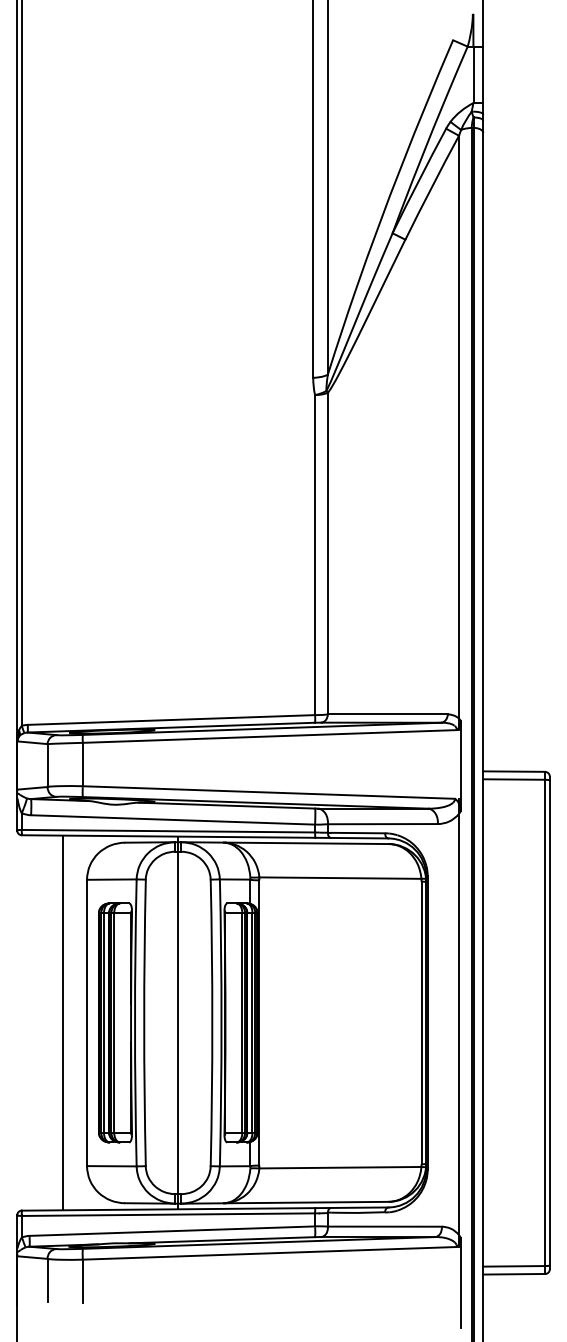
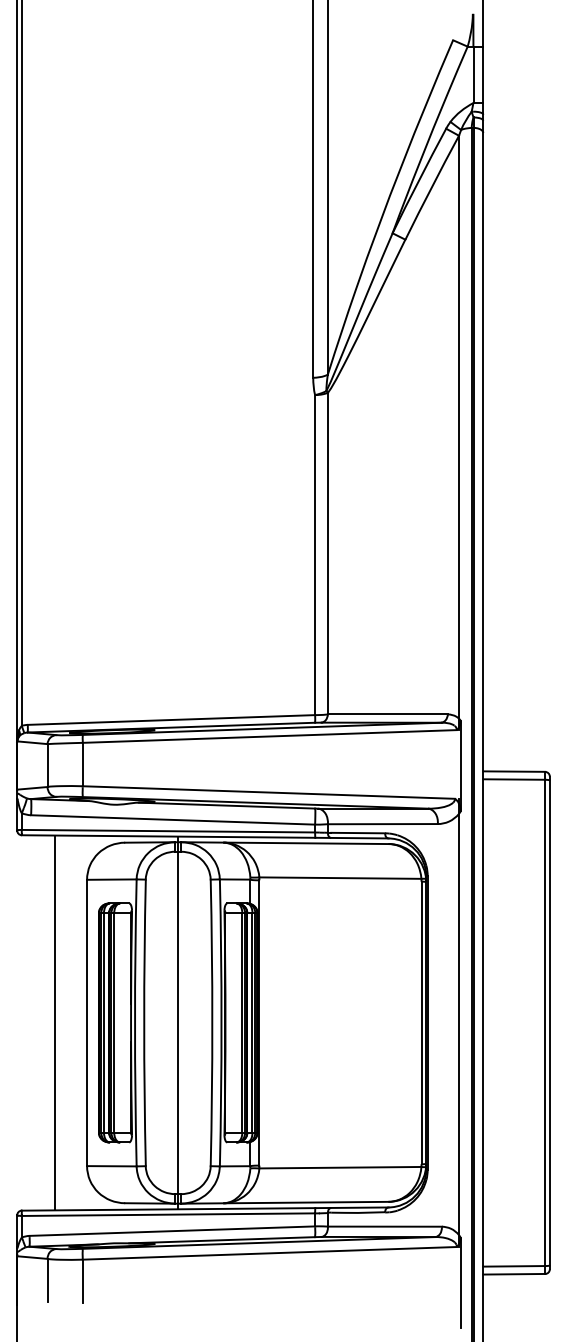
line at (62, 1022) position: (62, 1022) -> (54, 1022)
